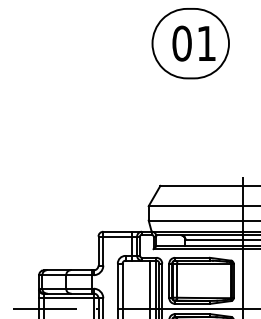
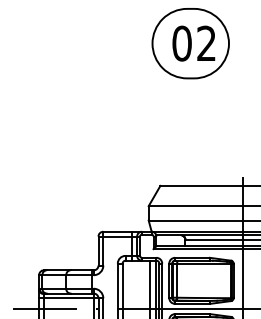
text at (206, 42): 01 -> 02
